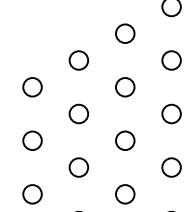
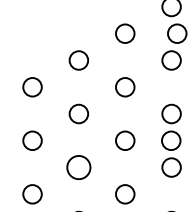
circle at (177, 33): none -> present
circle at (171, 140): none -> present
circle at (78, 167) size: 22x21 px -> 26x25 px
